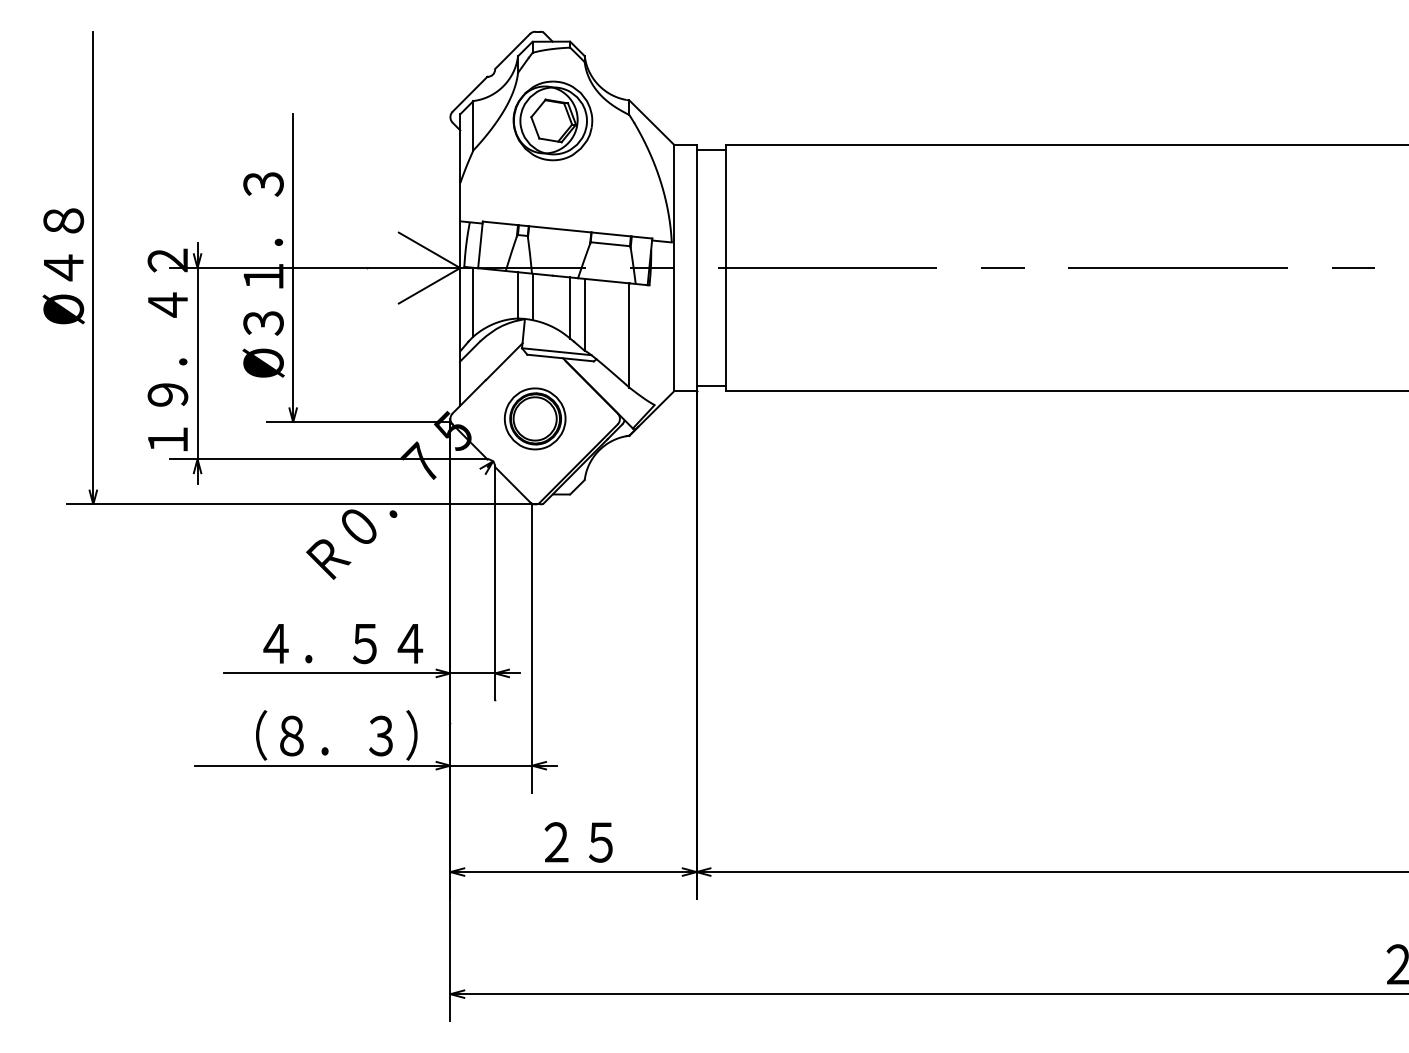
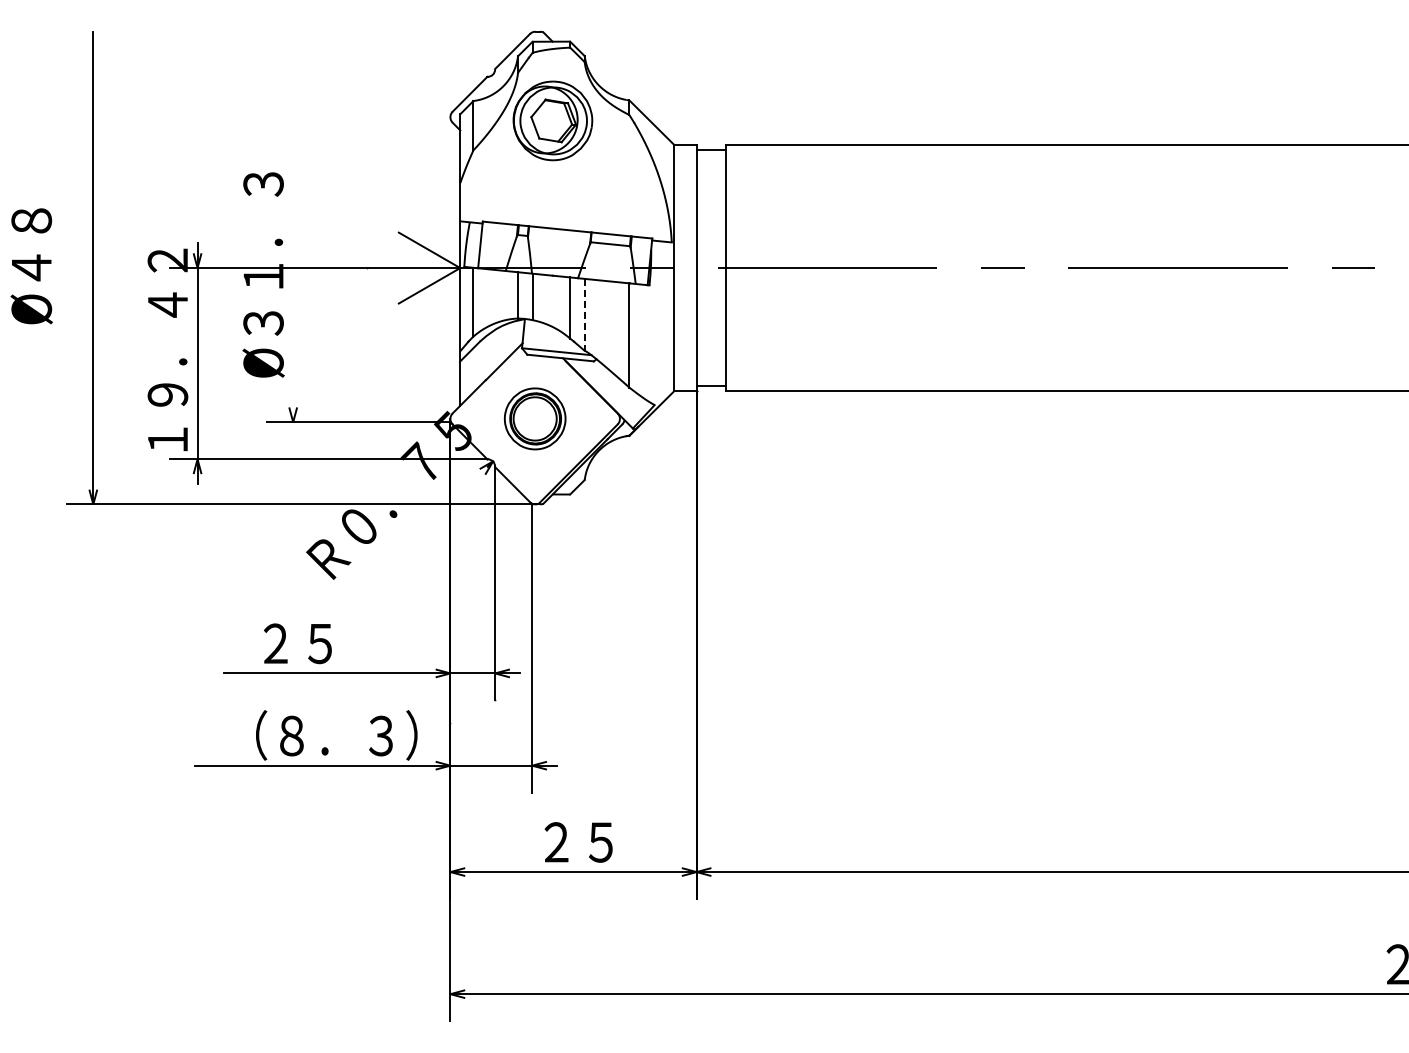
text at (63, 266) position: (63, 266) -> (31, 266)
line at (293, 267): present -> none
line at (584, 314): solid -> dashed
text at (343, 643): ４．５４ -> ２５
